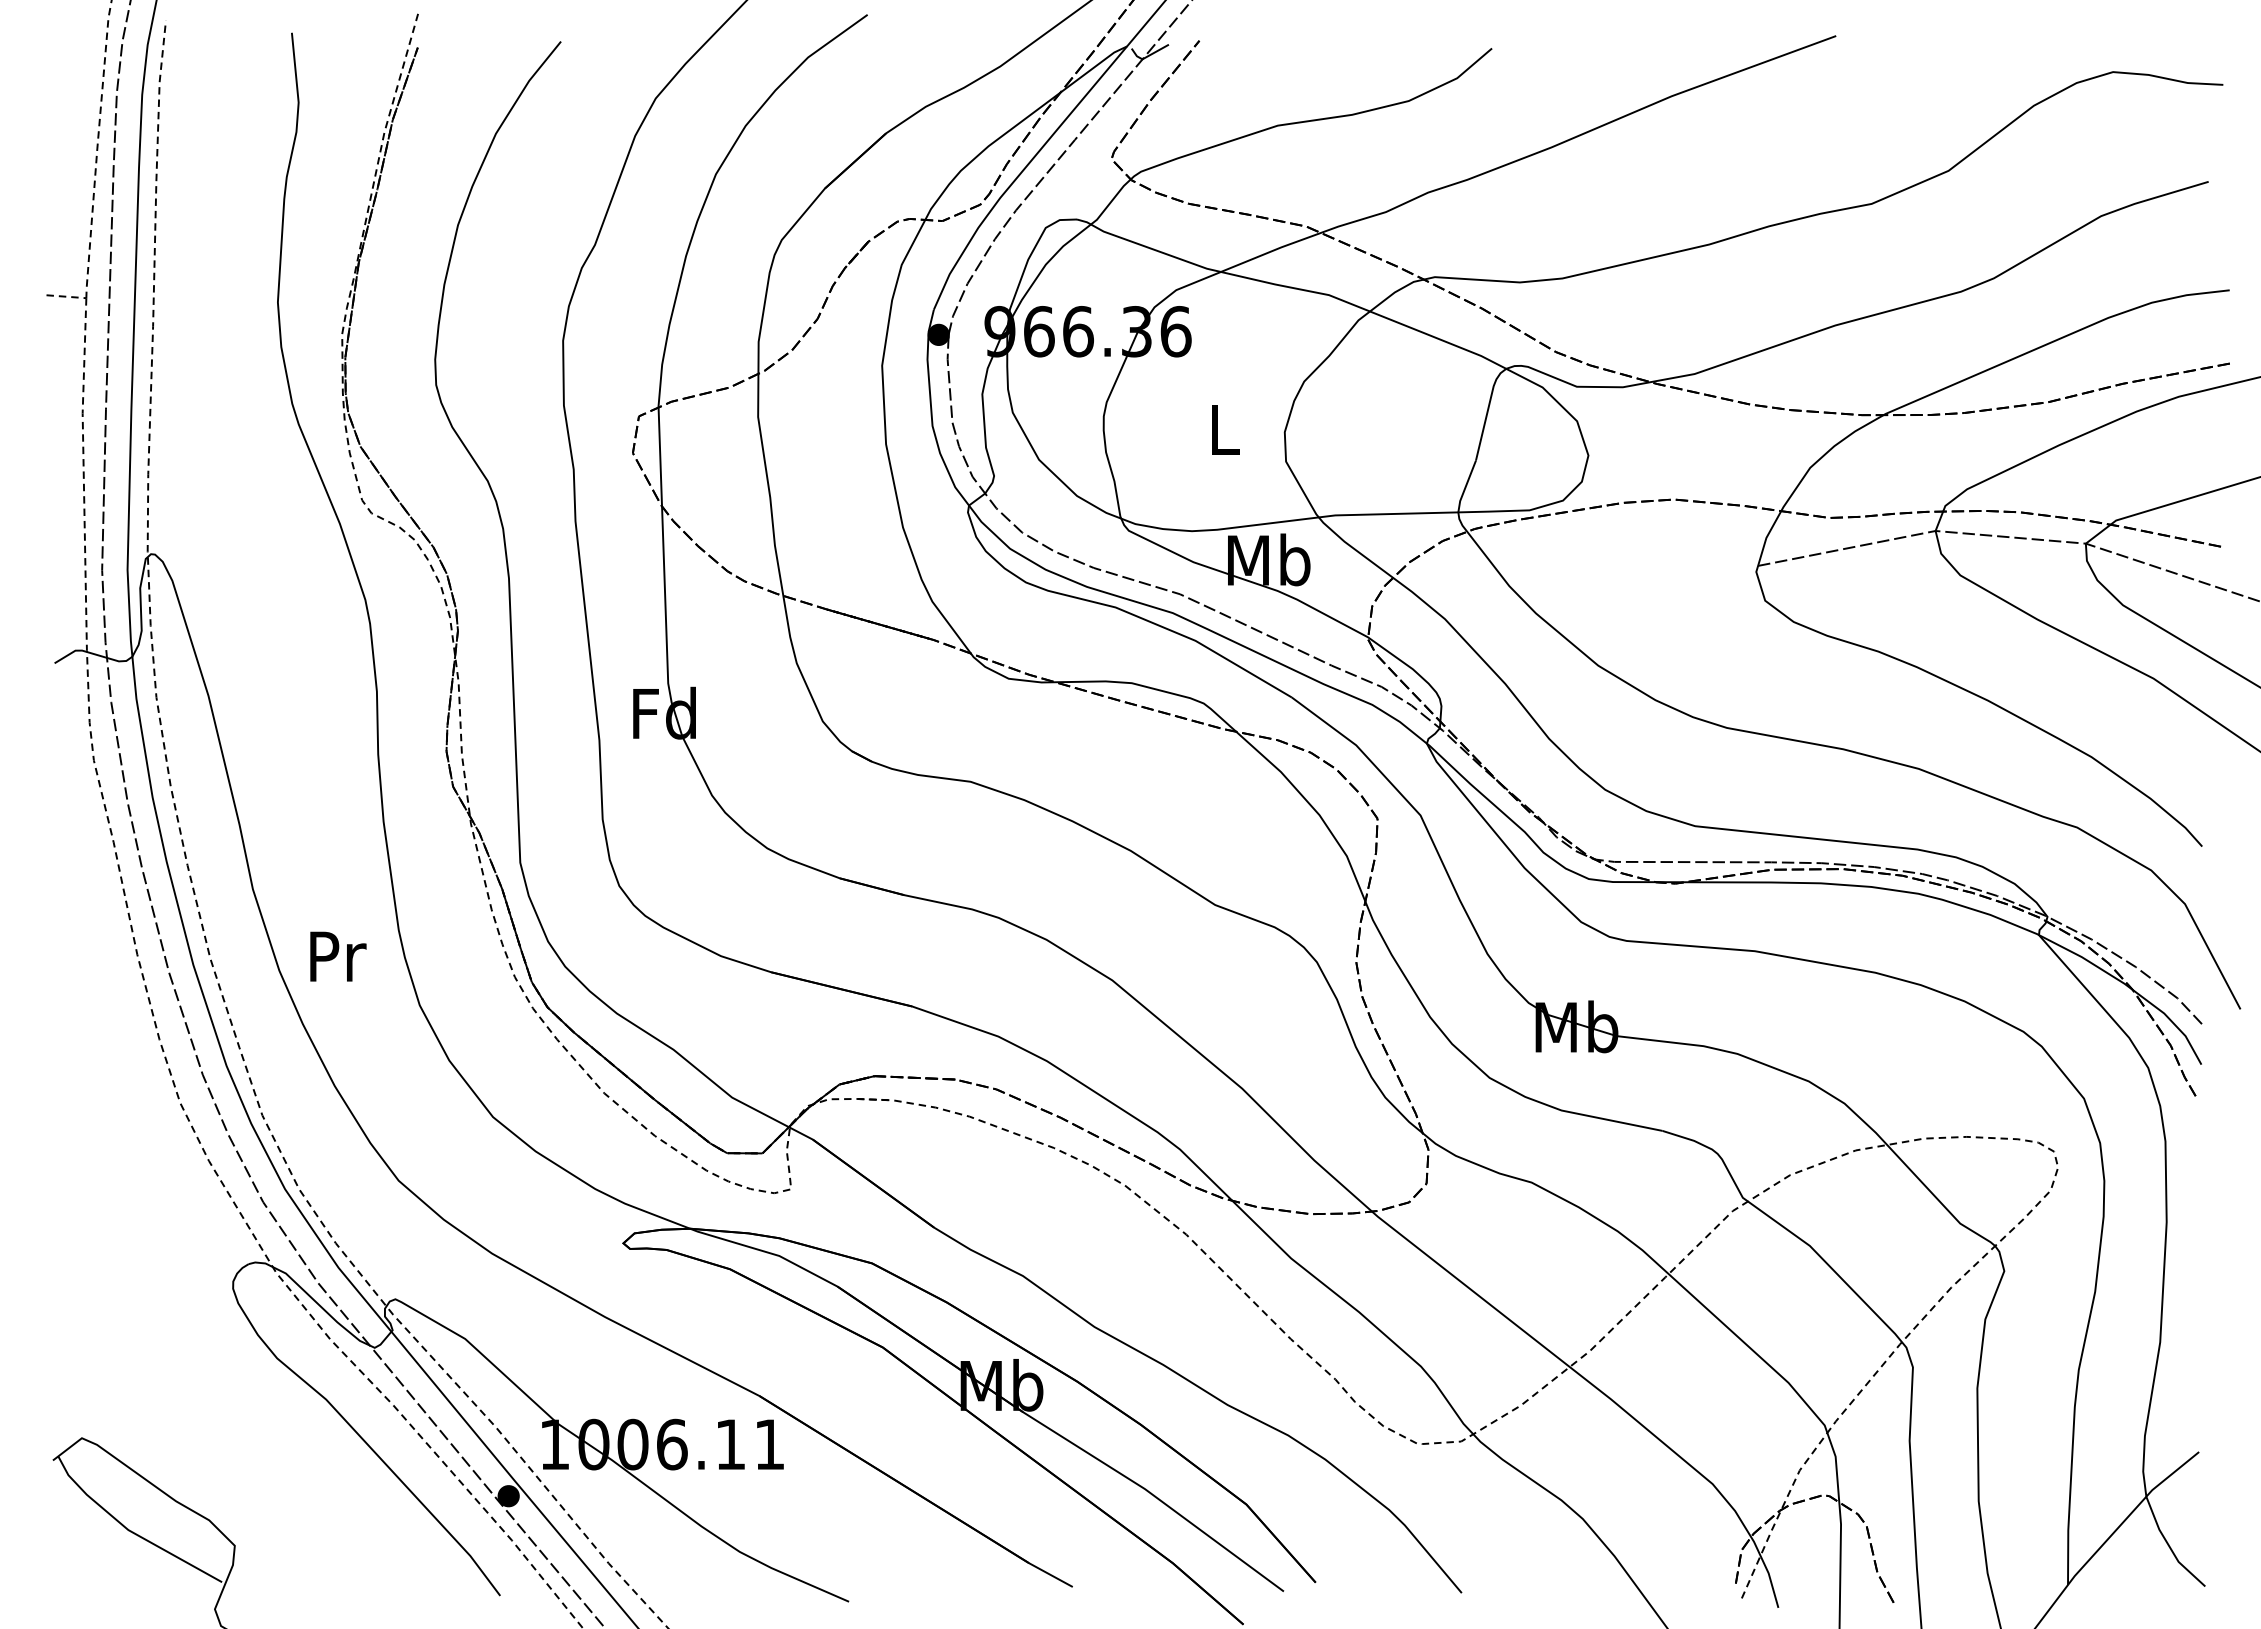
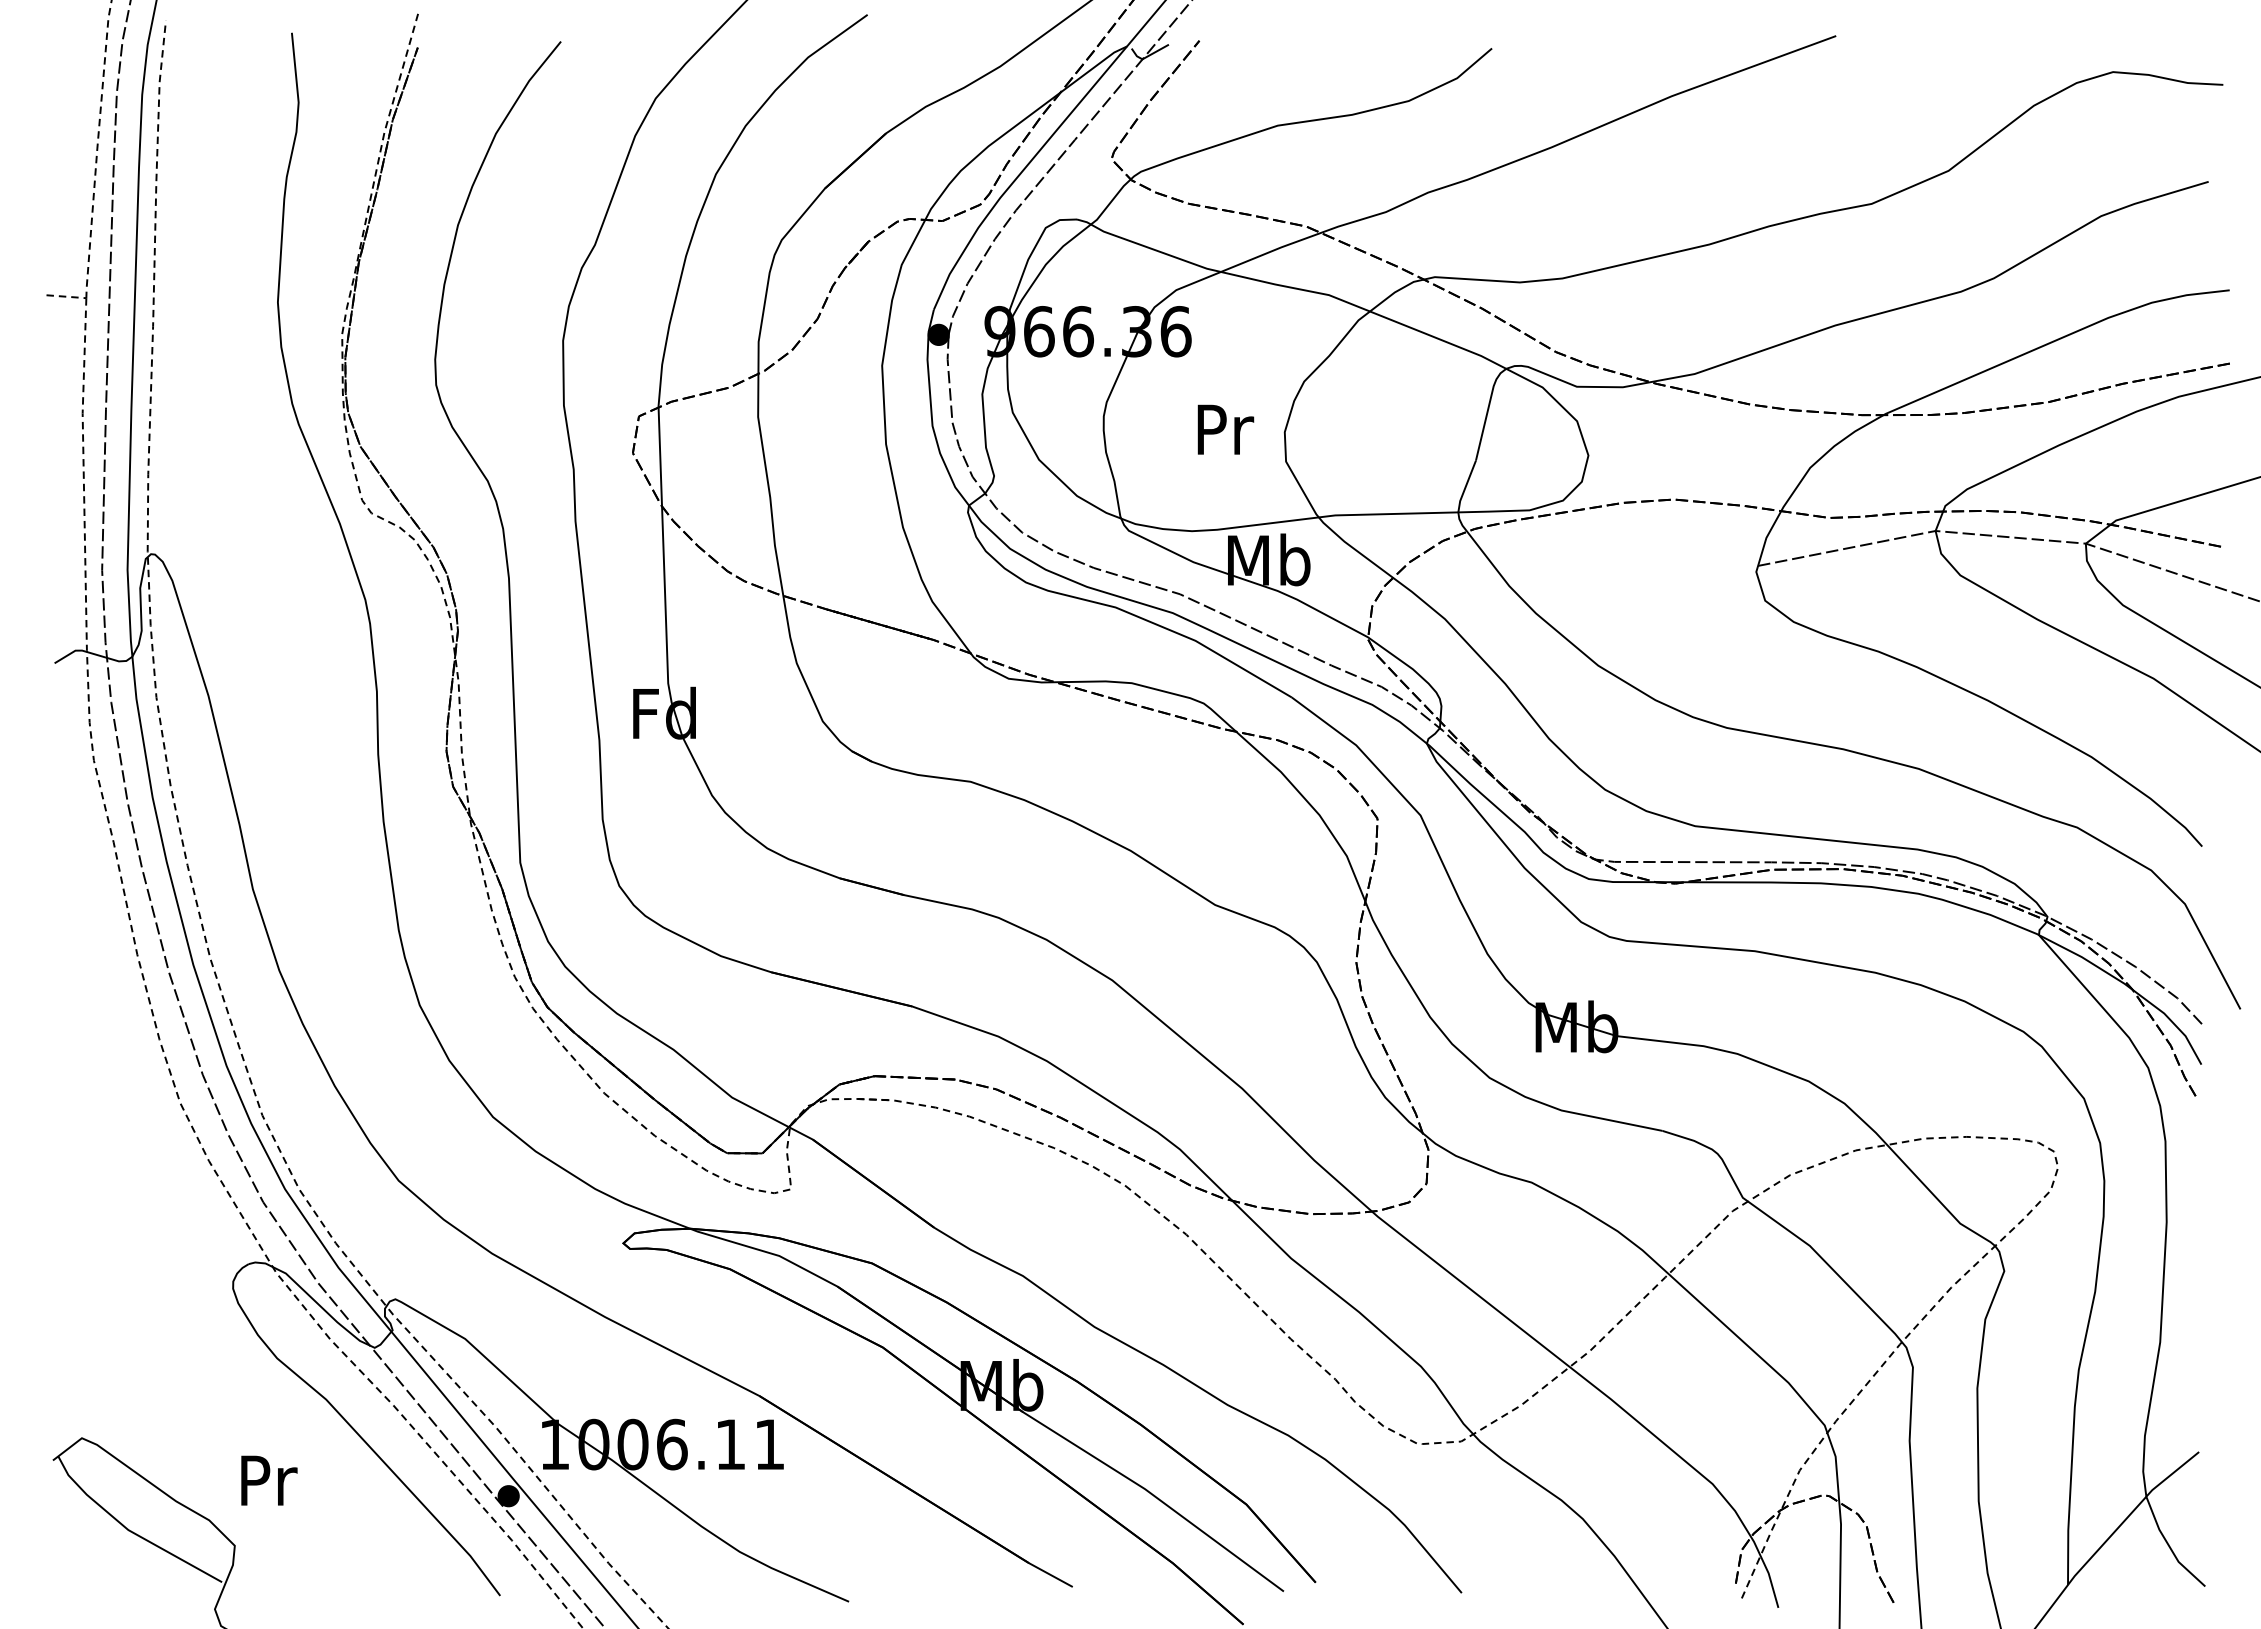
text at (1225, 429): L -> Pr
text at (338, 956) position: (338, 956) -> (269, 1480)
